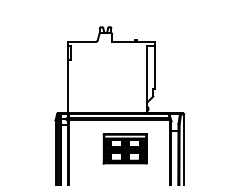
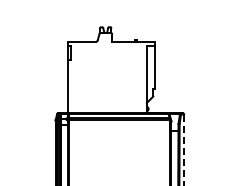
part at (124, 148): present -> none
line at (184, 150): solid -> dashed
